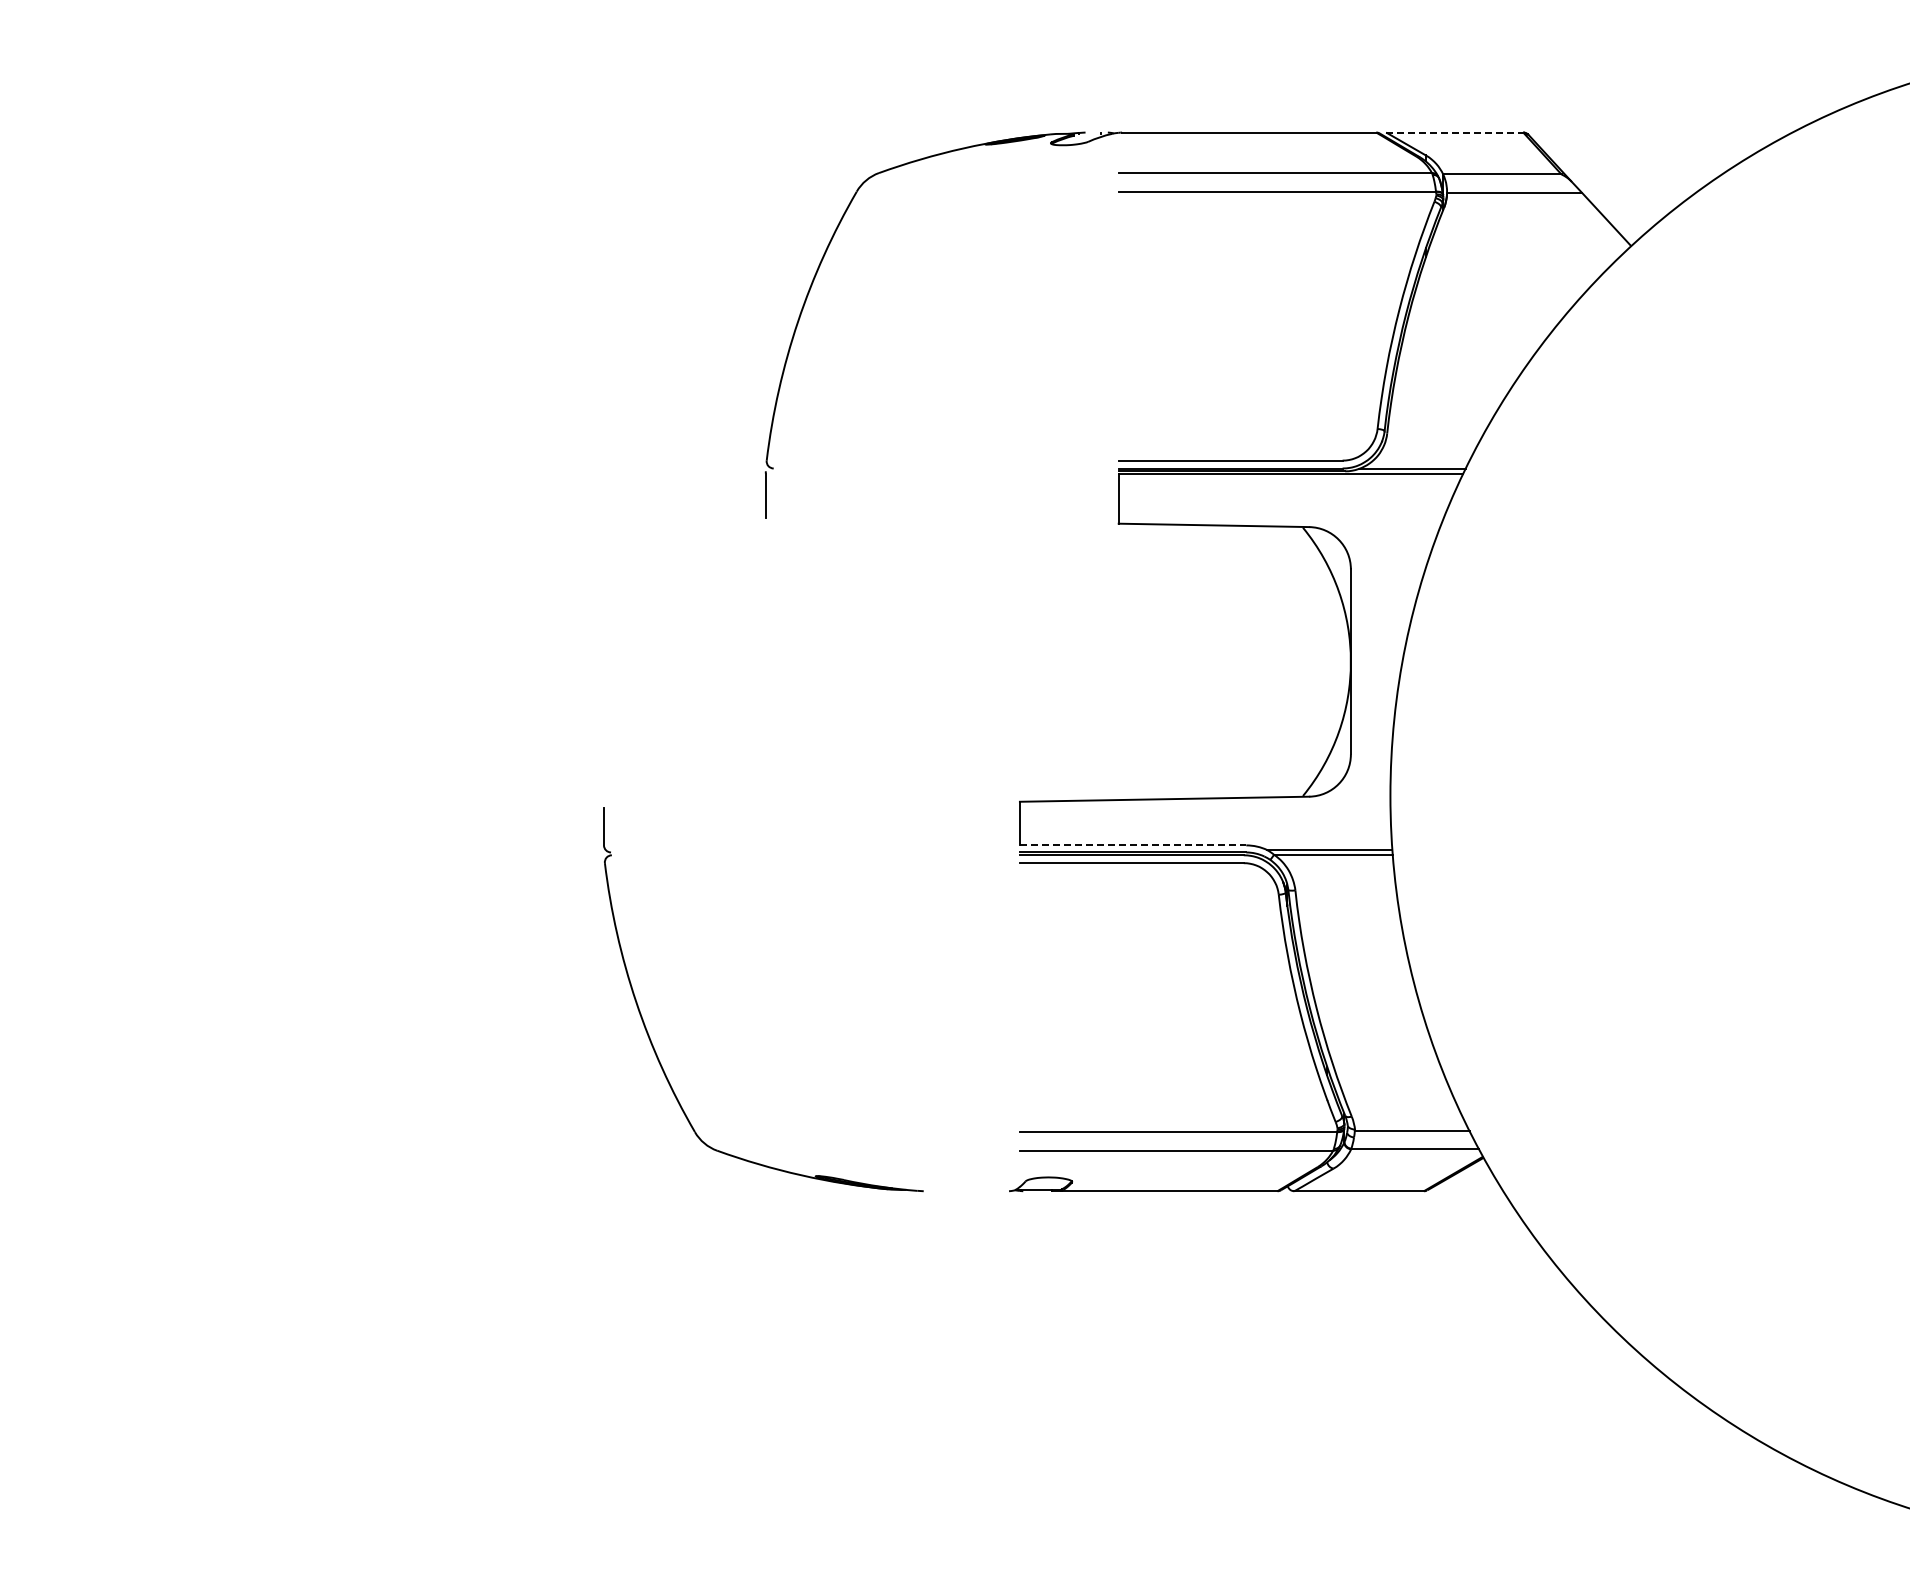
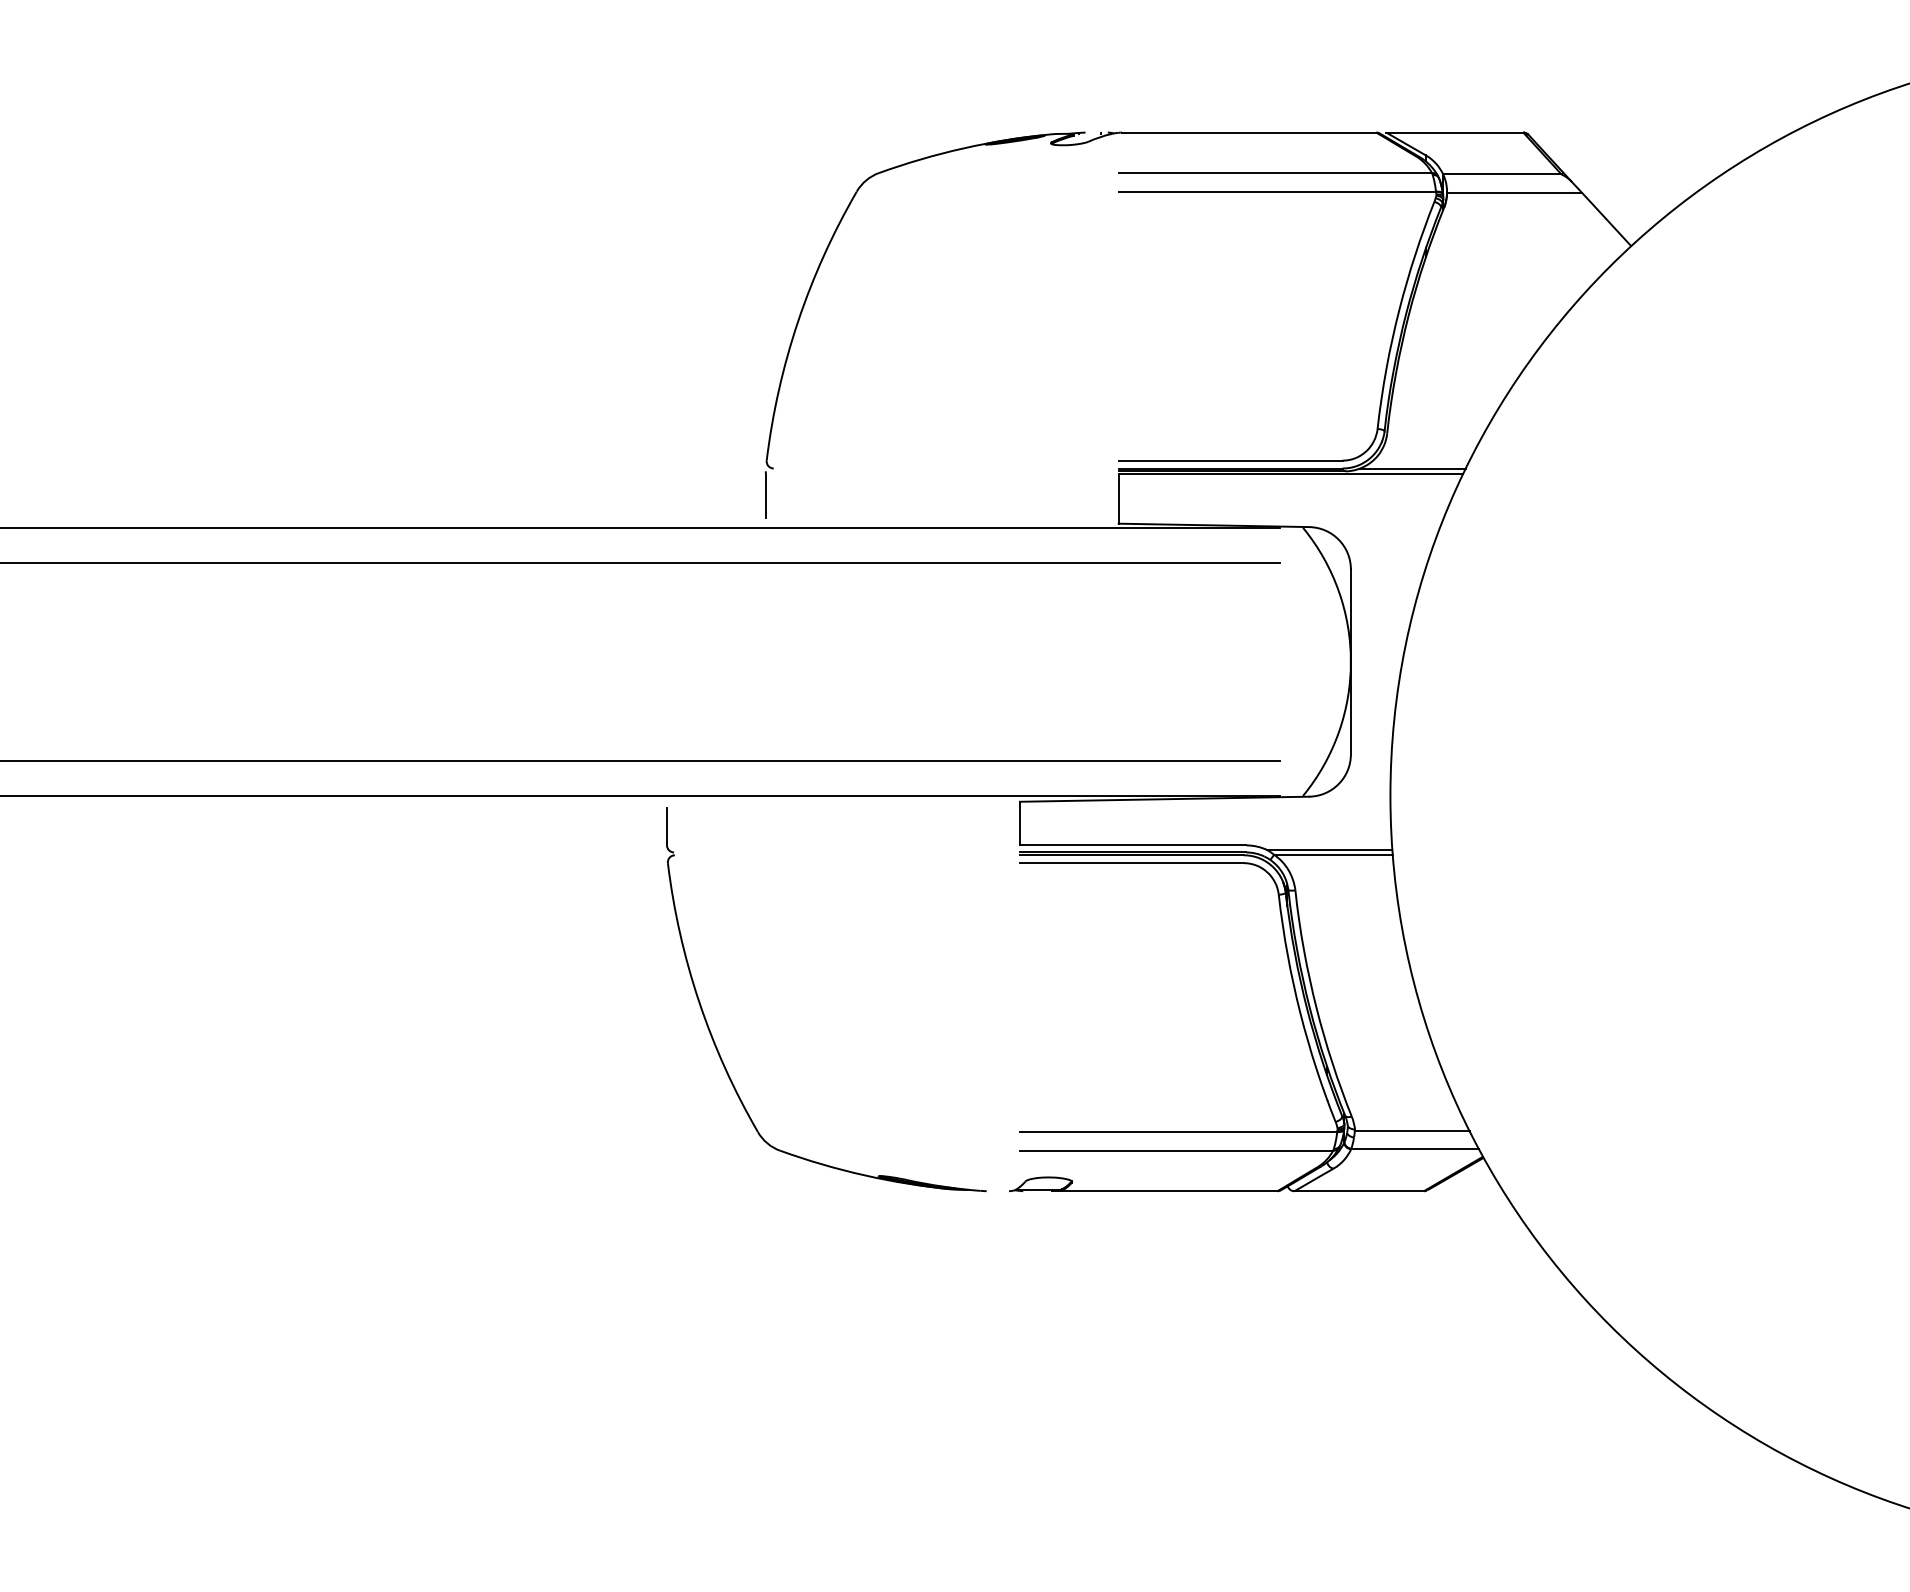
line at (1454, 132): dashed -> solid
line at (641, 527): none -> present
line at (641, 563): none -> present
line at (641, 760): none -> present
line at (641, 796): none -> present
line at (1133, 845): dashed -> solid
part at (655, 1049) position: (655, 1049) -> (718, 1049)
